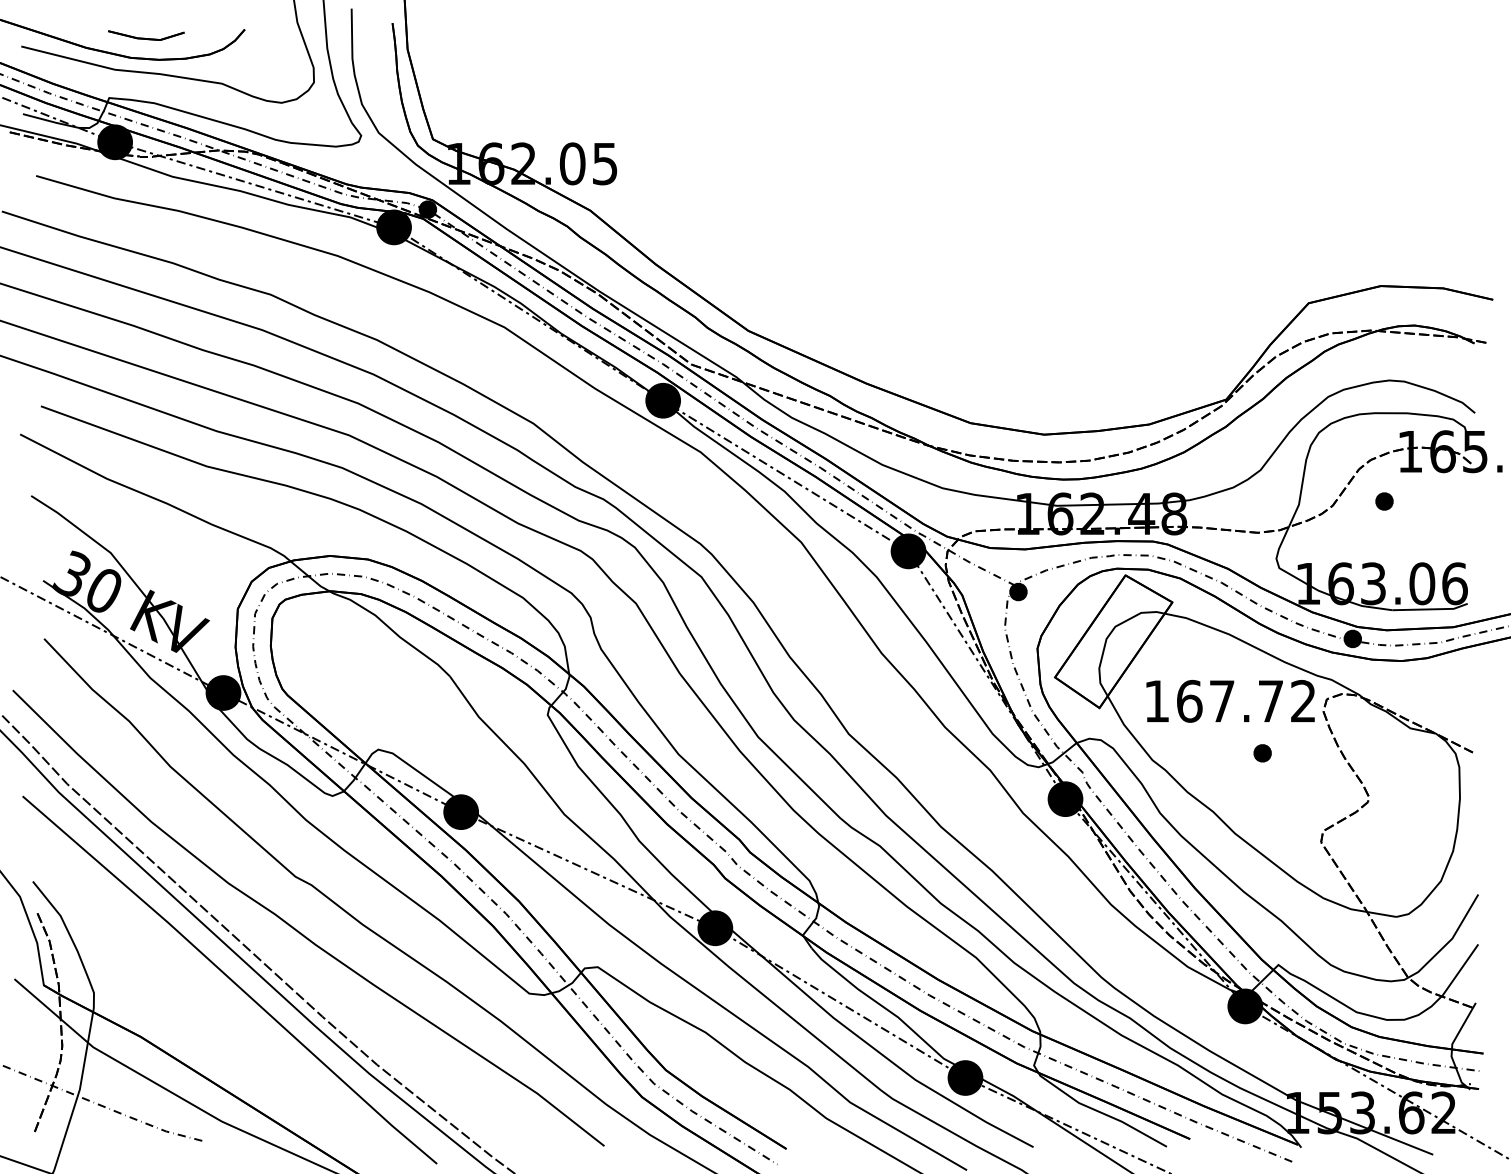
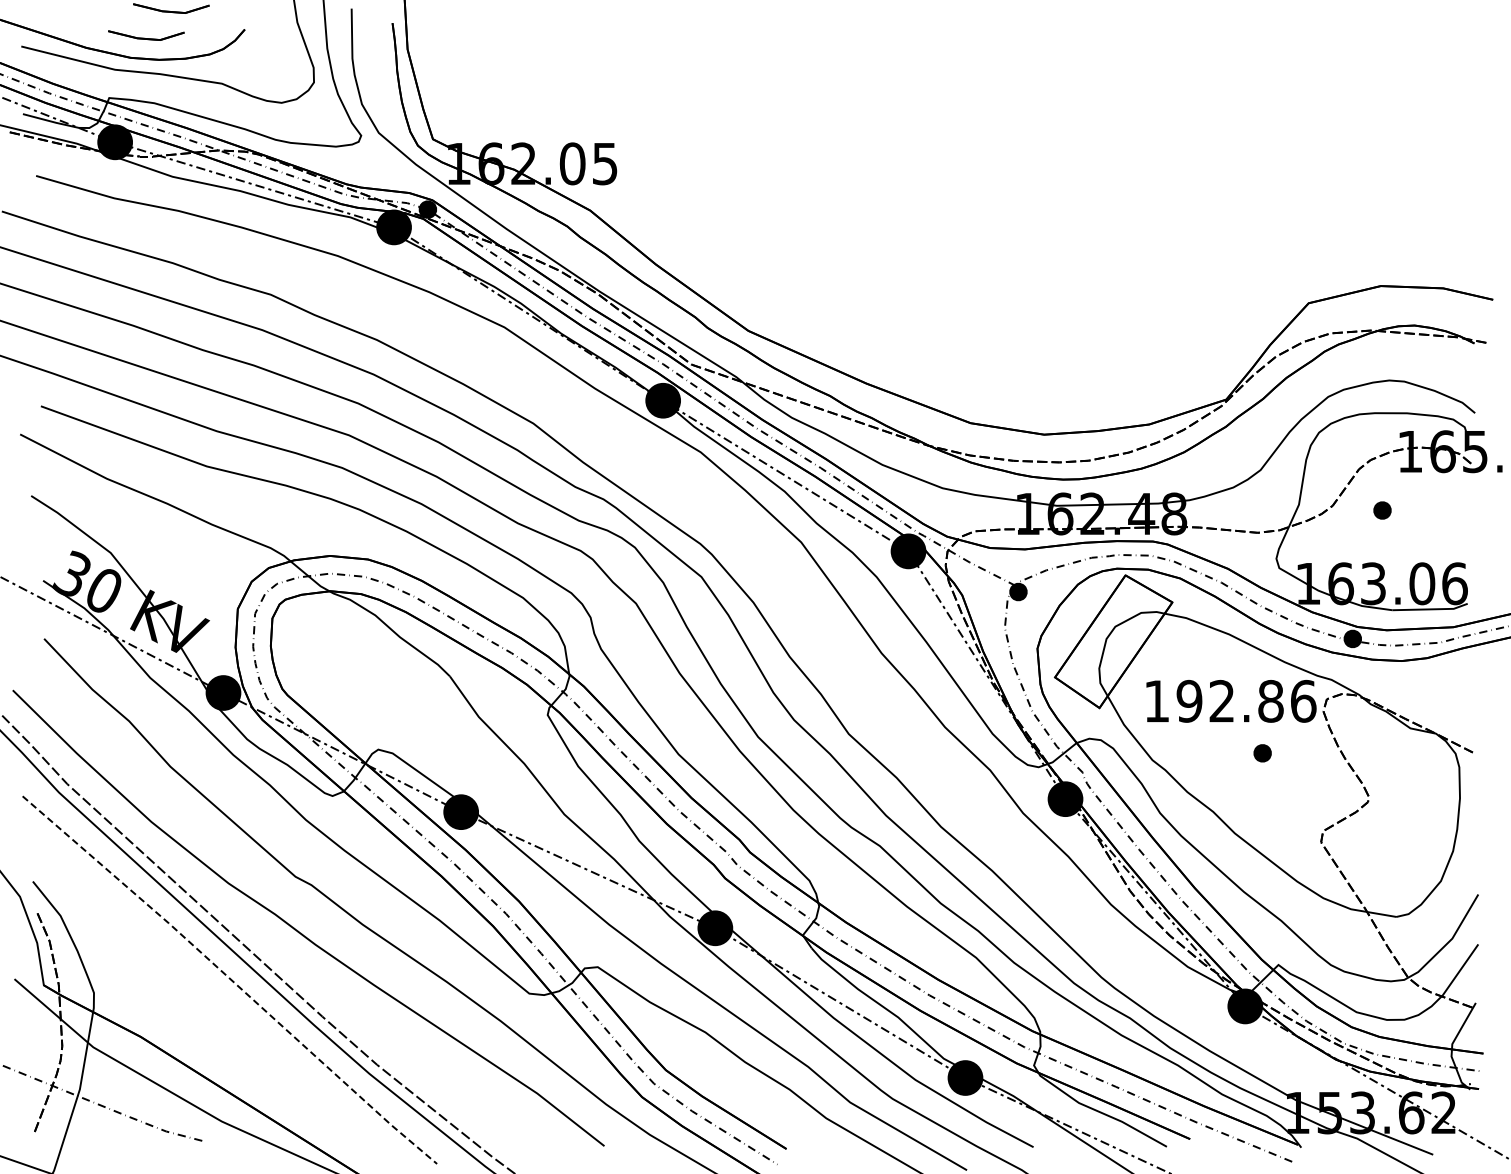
part at (171, 8): none -> present
part at (1384, 501) position: (1384, 501) -> (1382, 510)
text at (1246, 700): 167.72 -> 192.86
line at (230, 979): solid -> dashed
